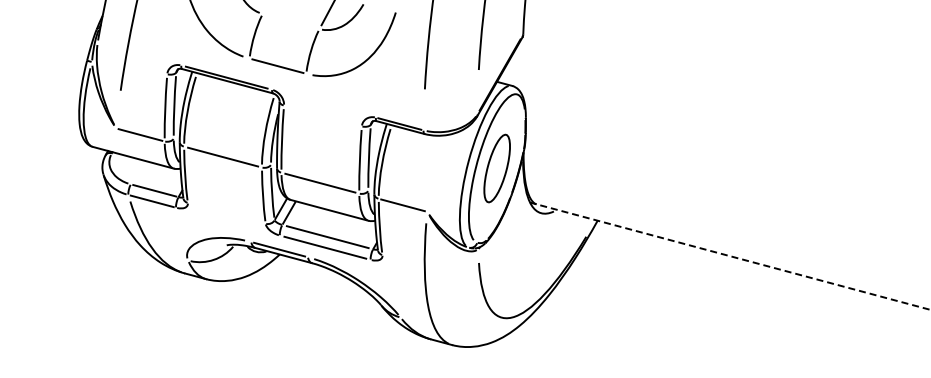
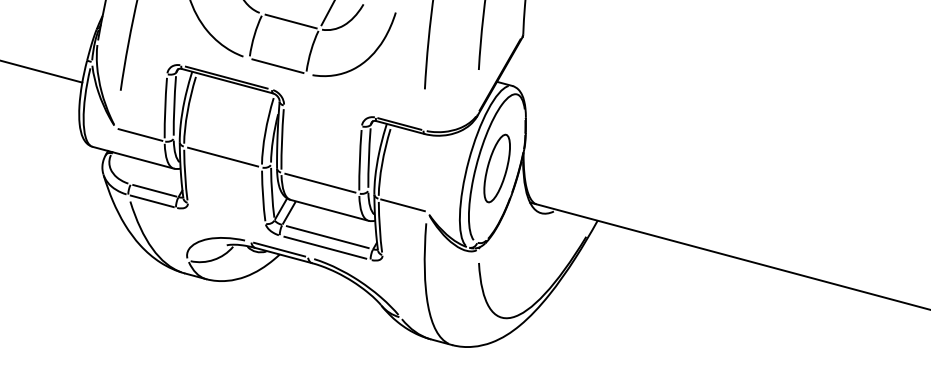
line at (290, 21): none -> present
line at (42, 71): none -> present
line at (729, 256): dashed -> solid
